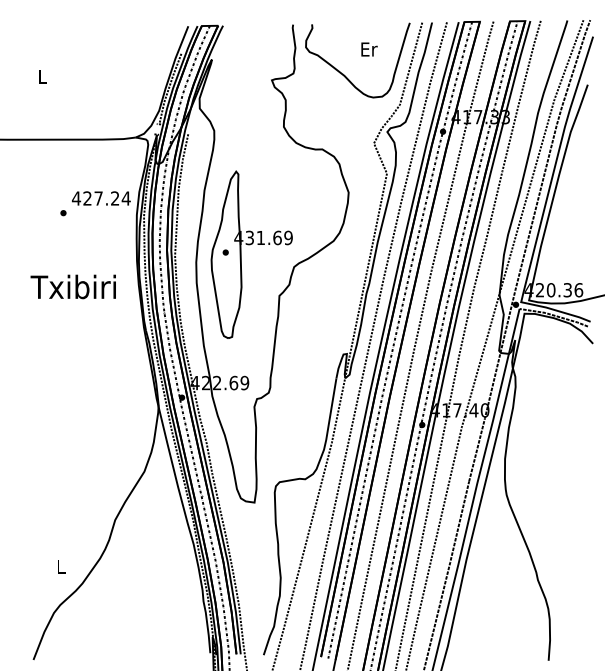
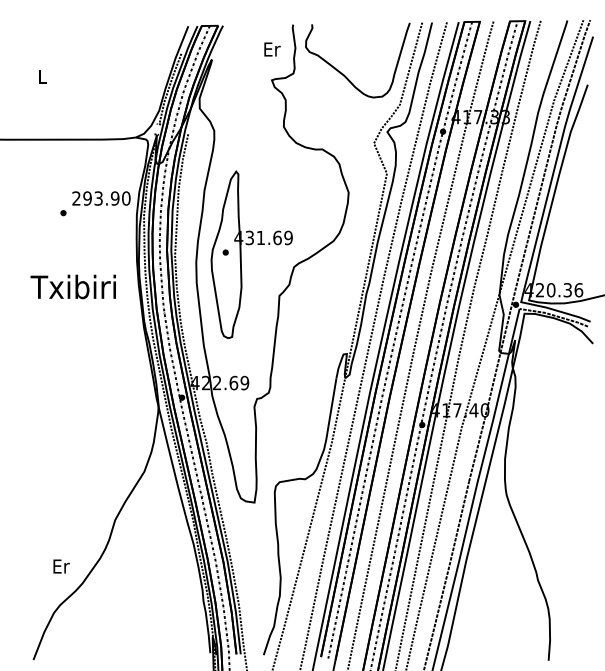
text at (369, 49) position: (369, 49) -> (272, 49)
text at (100, 198): 427.24 -> 293.90
text at (61, 566): L -> Er
